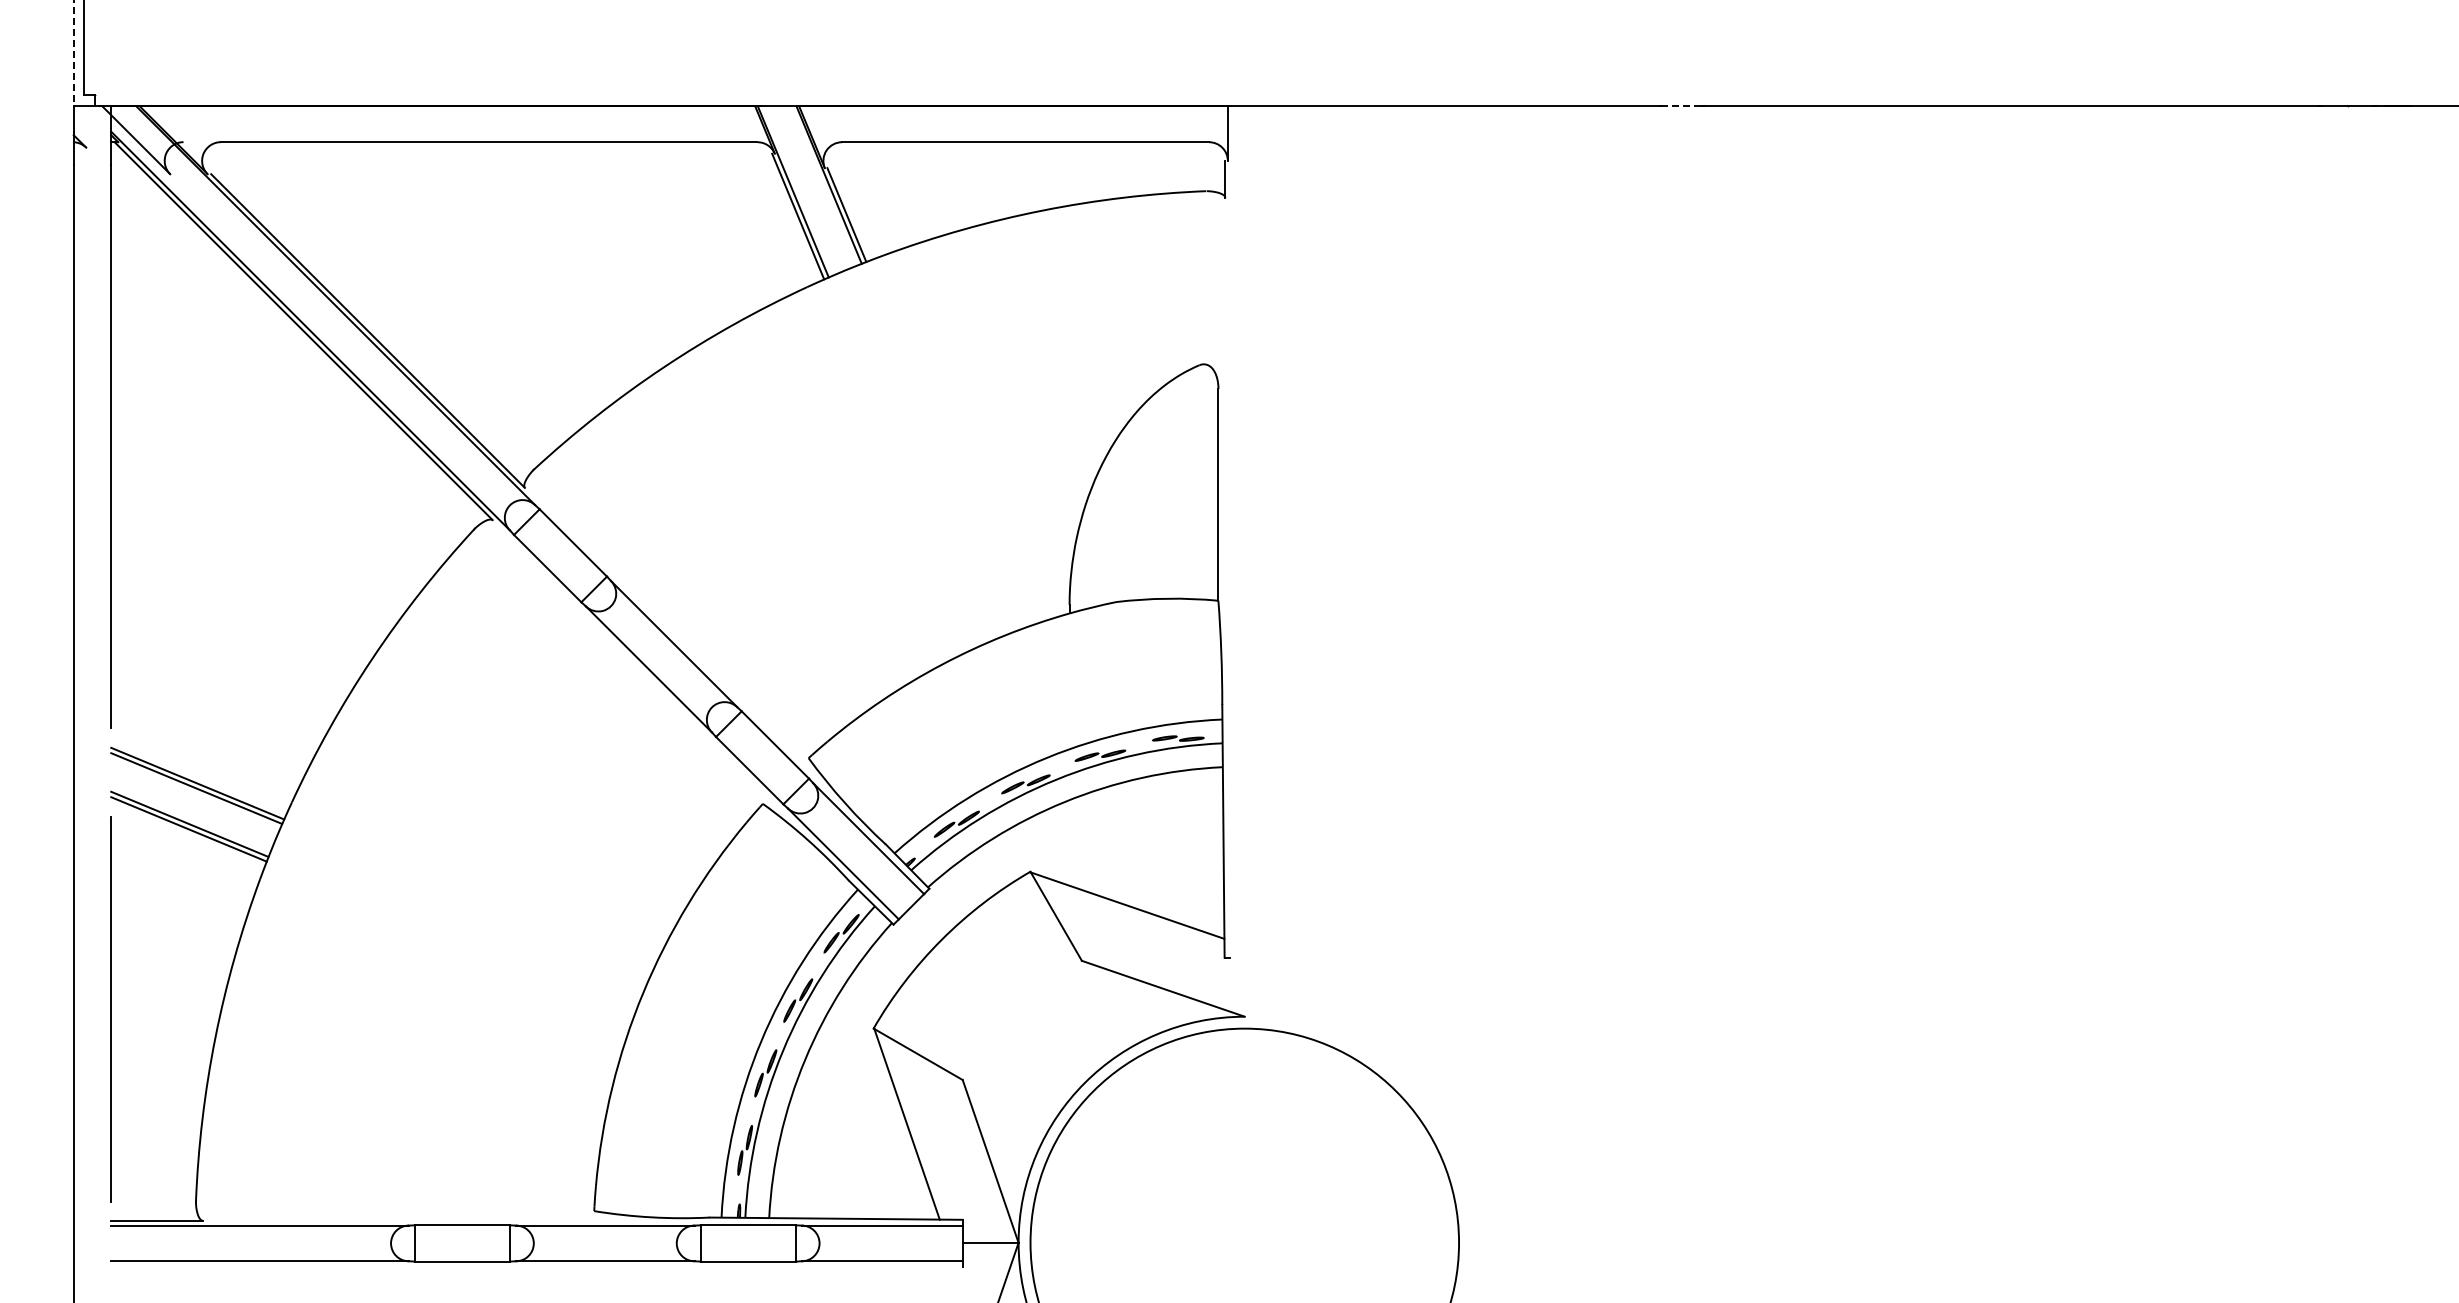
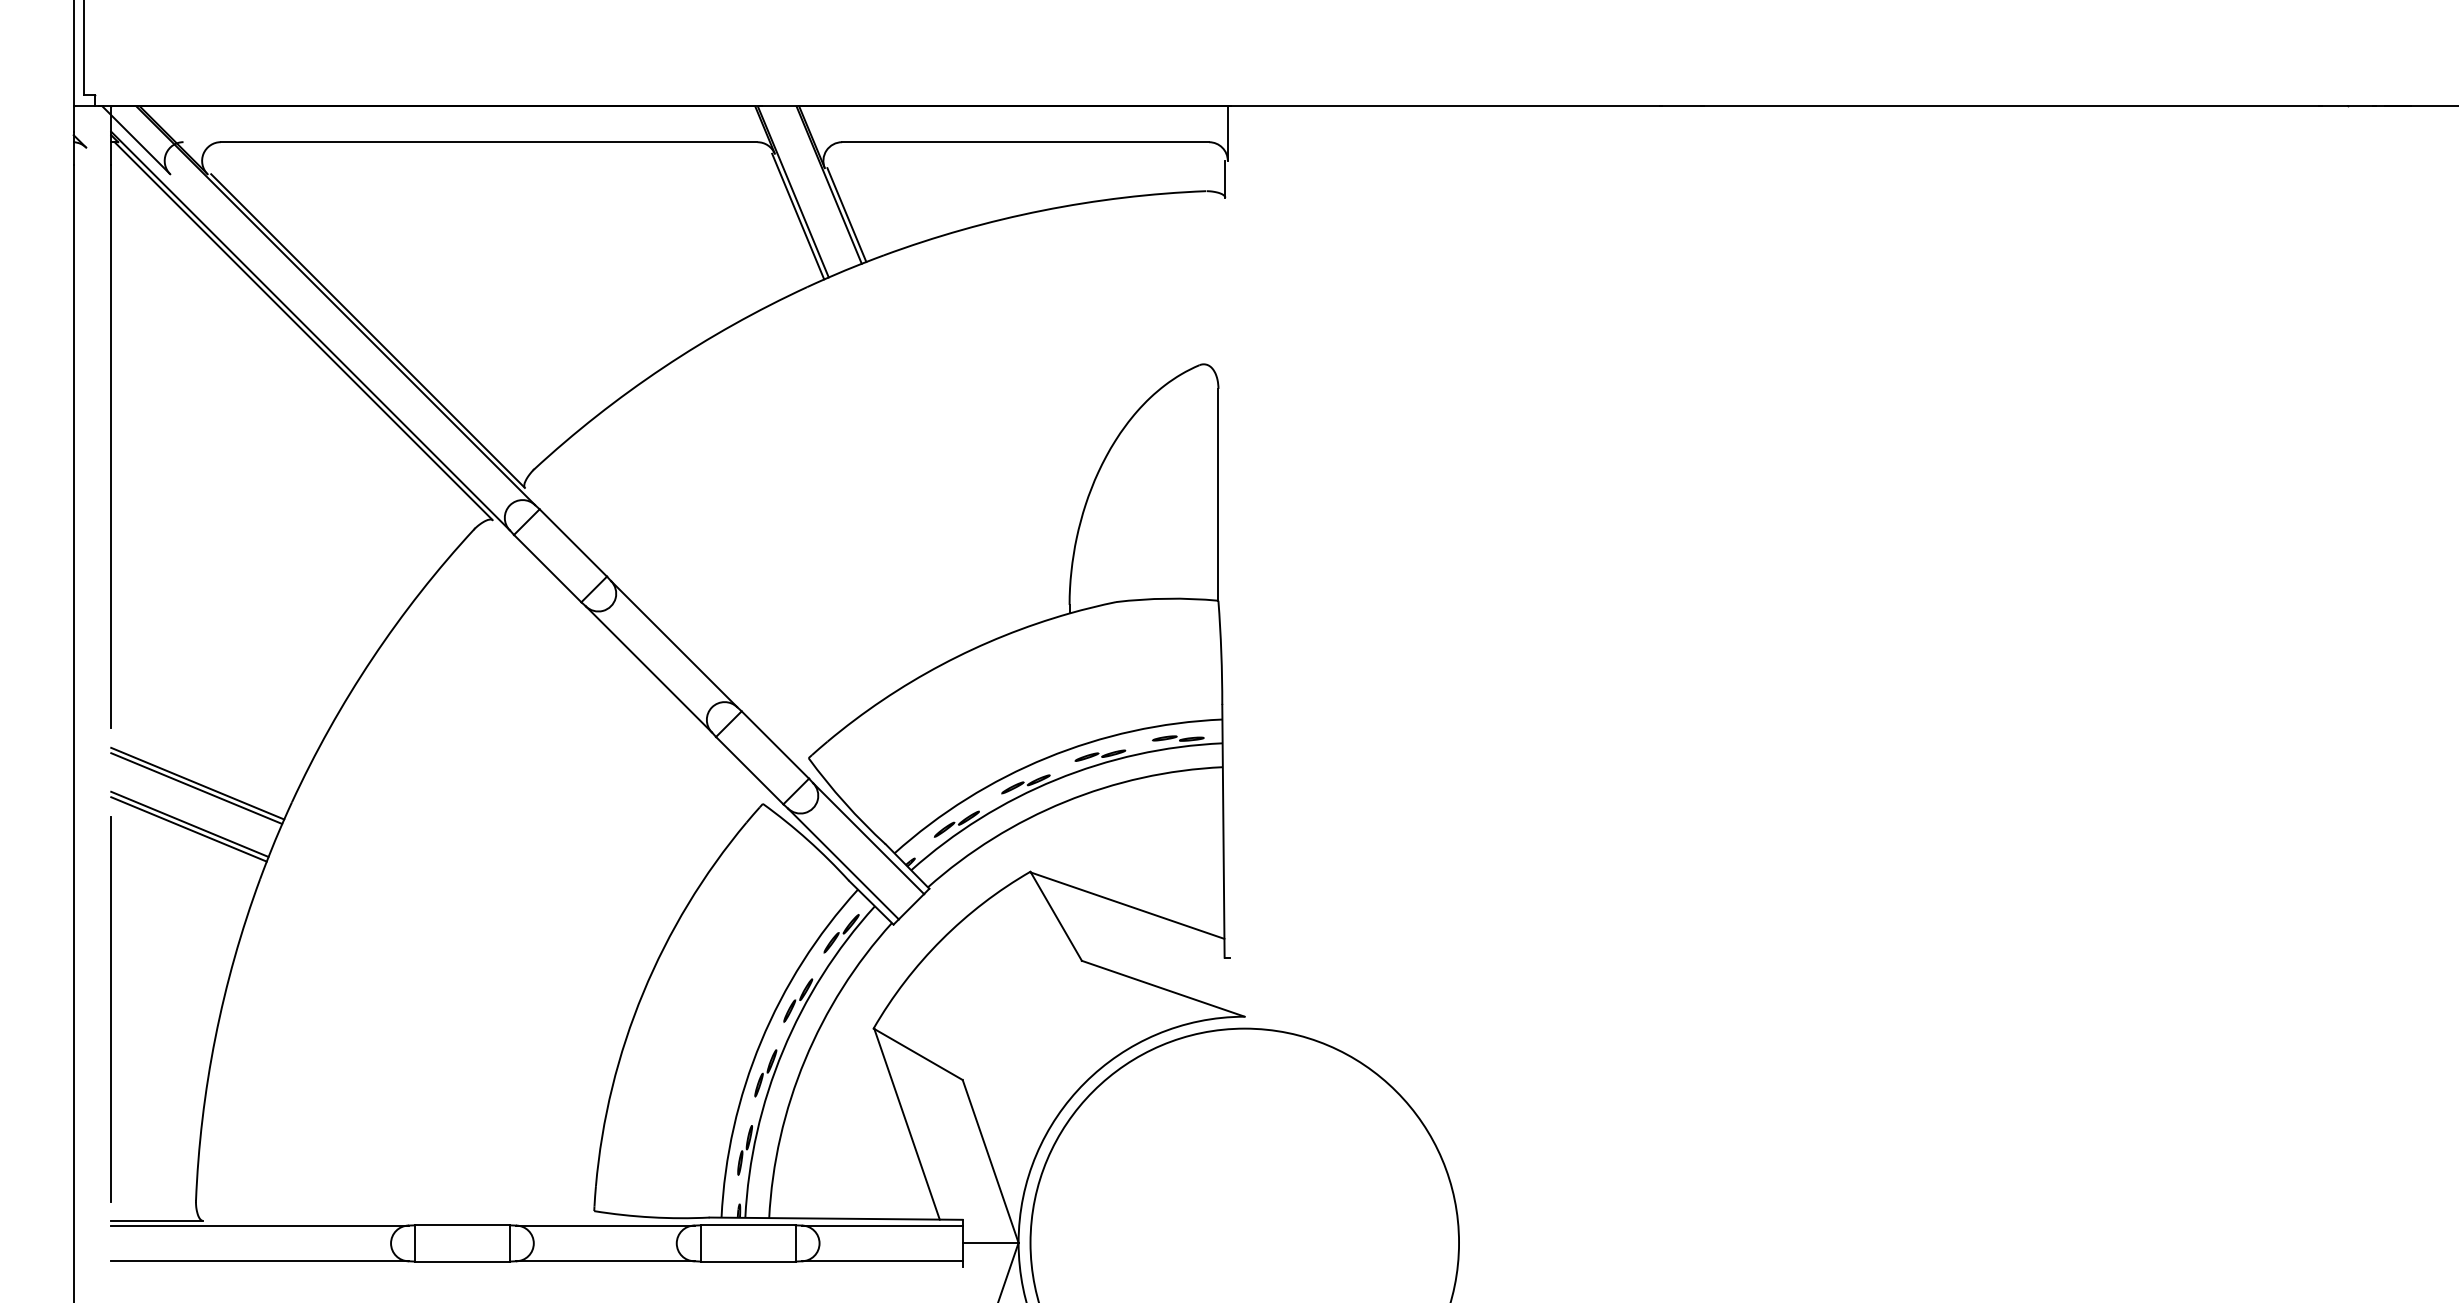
line at (73, 53): dashed -> solid
line at (1681, 106): dashed -> solid
